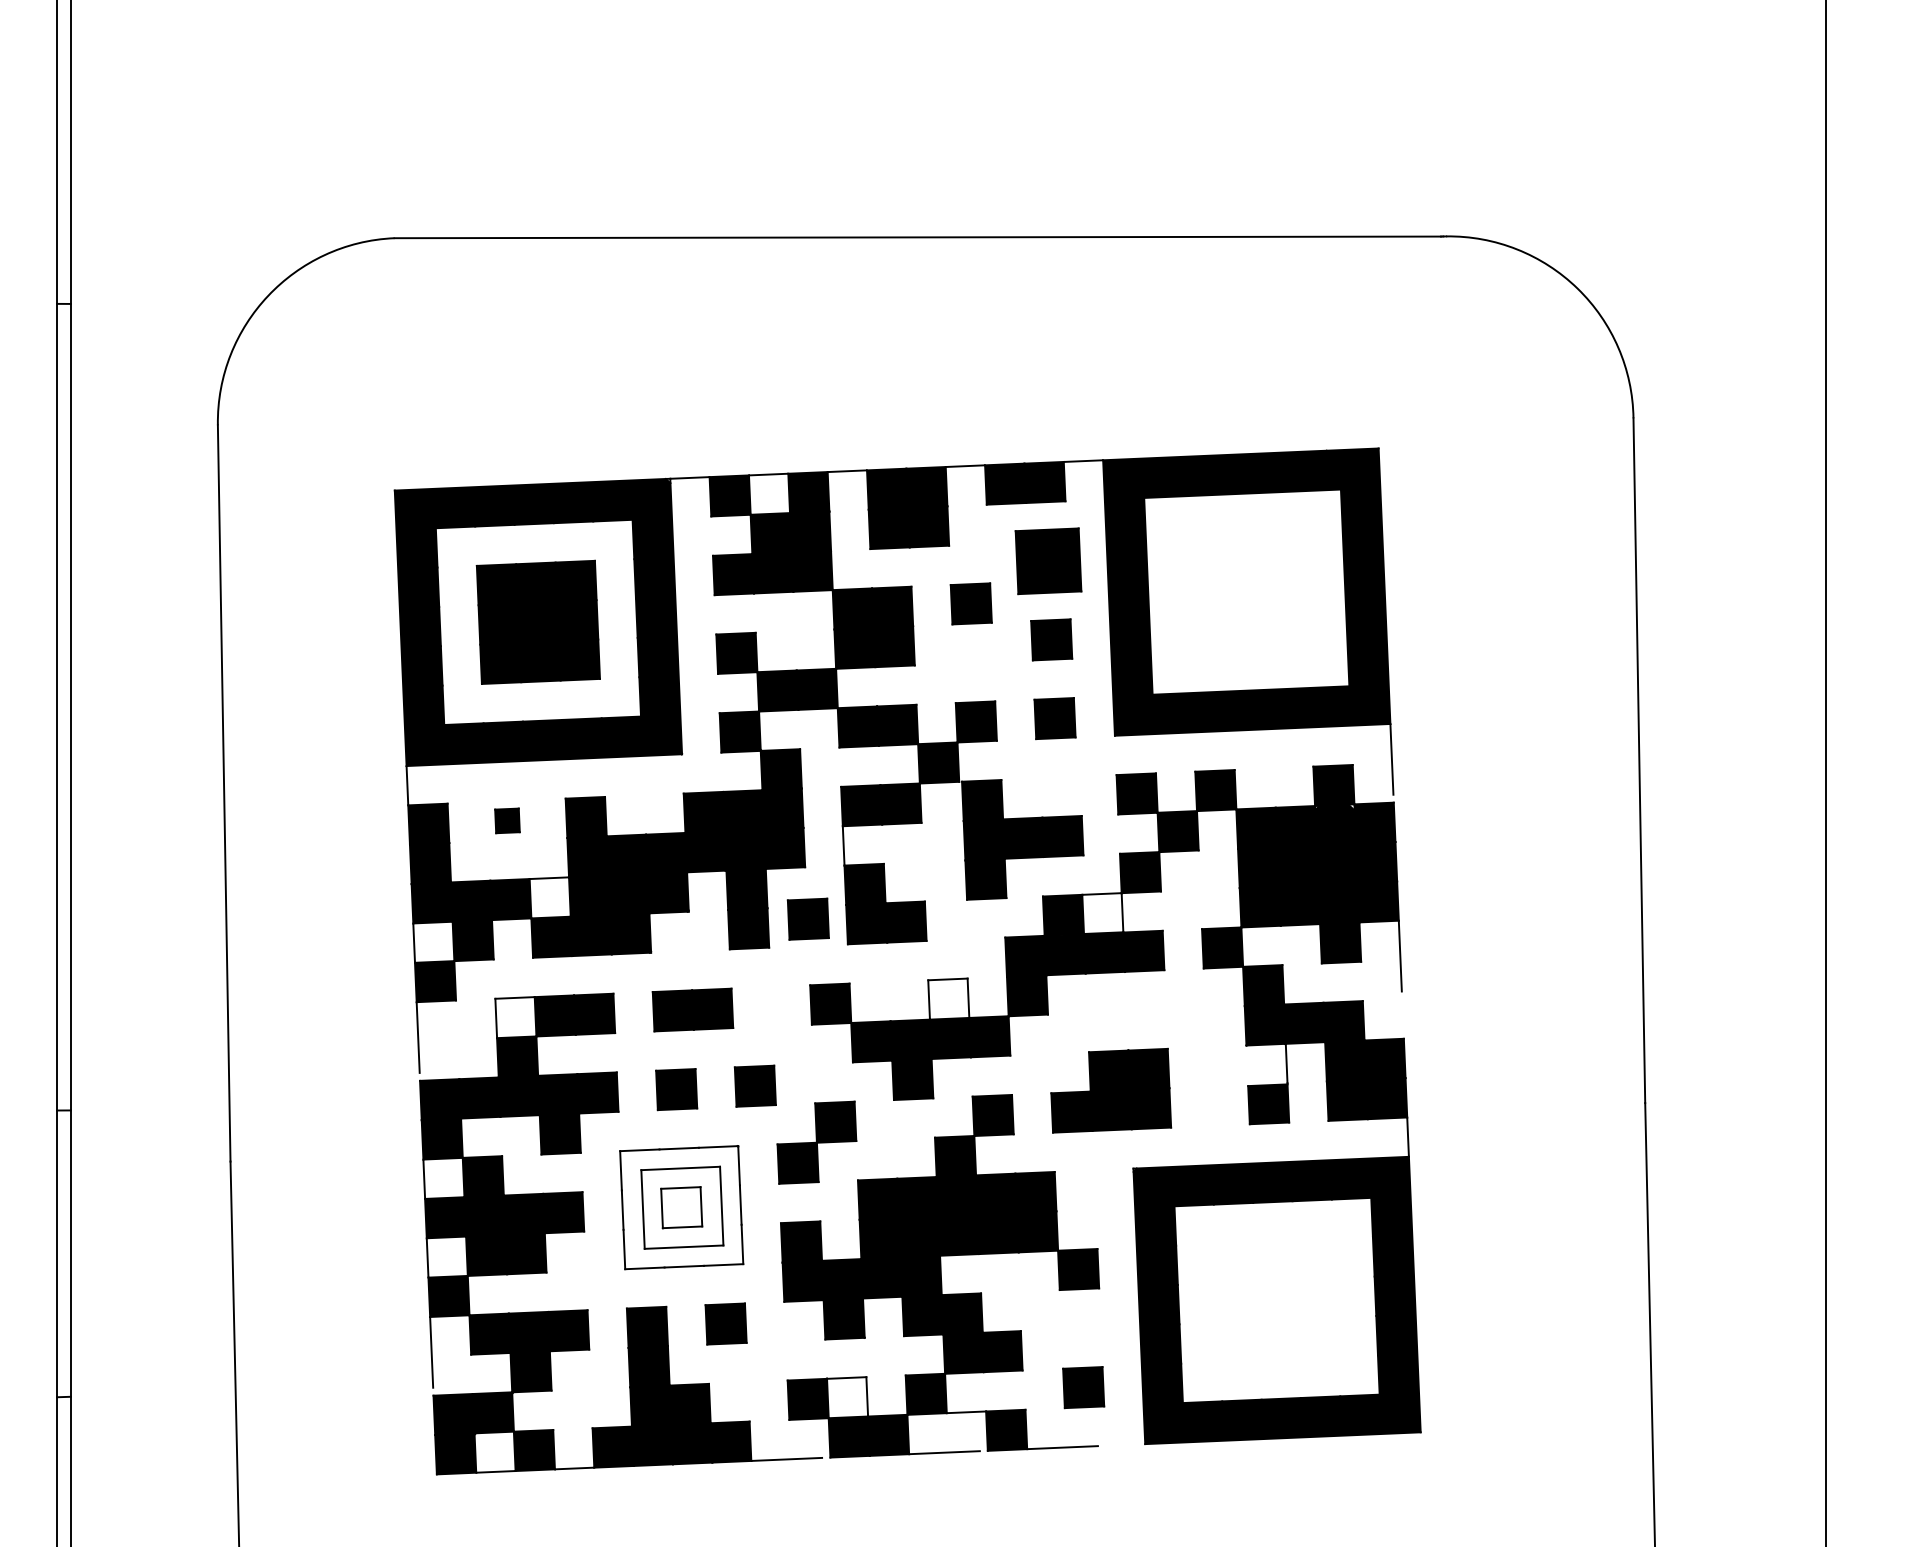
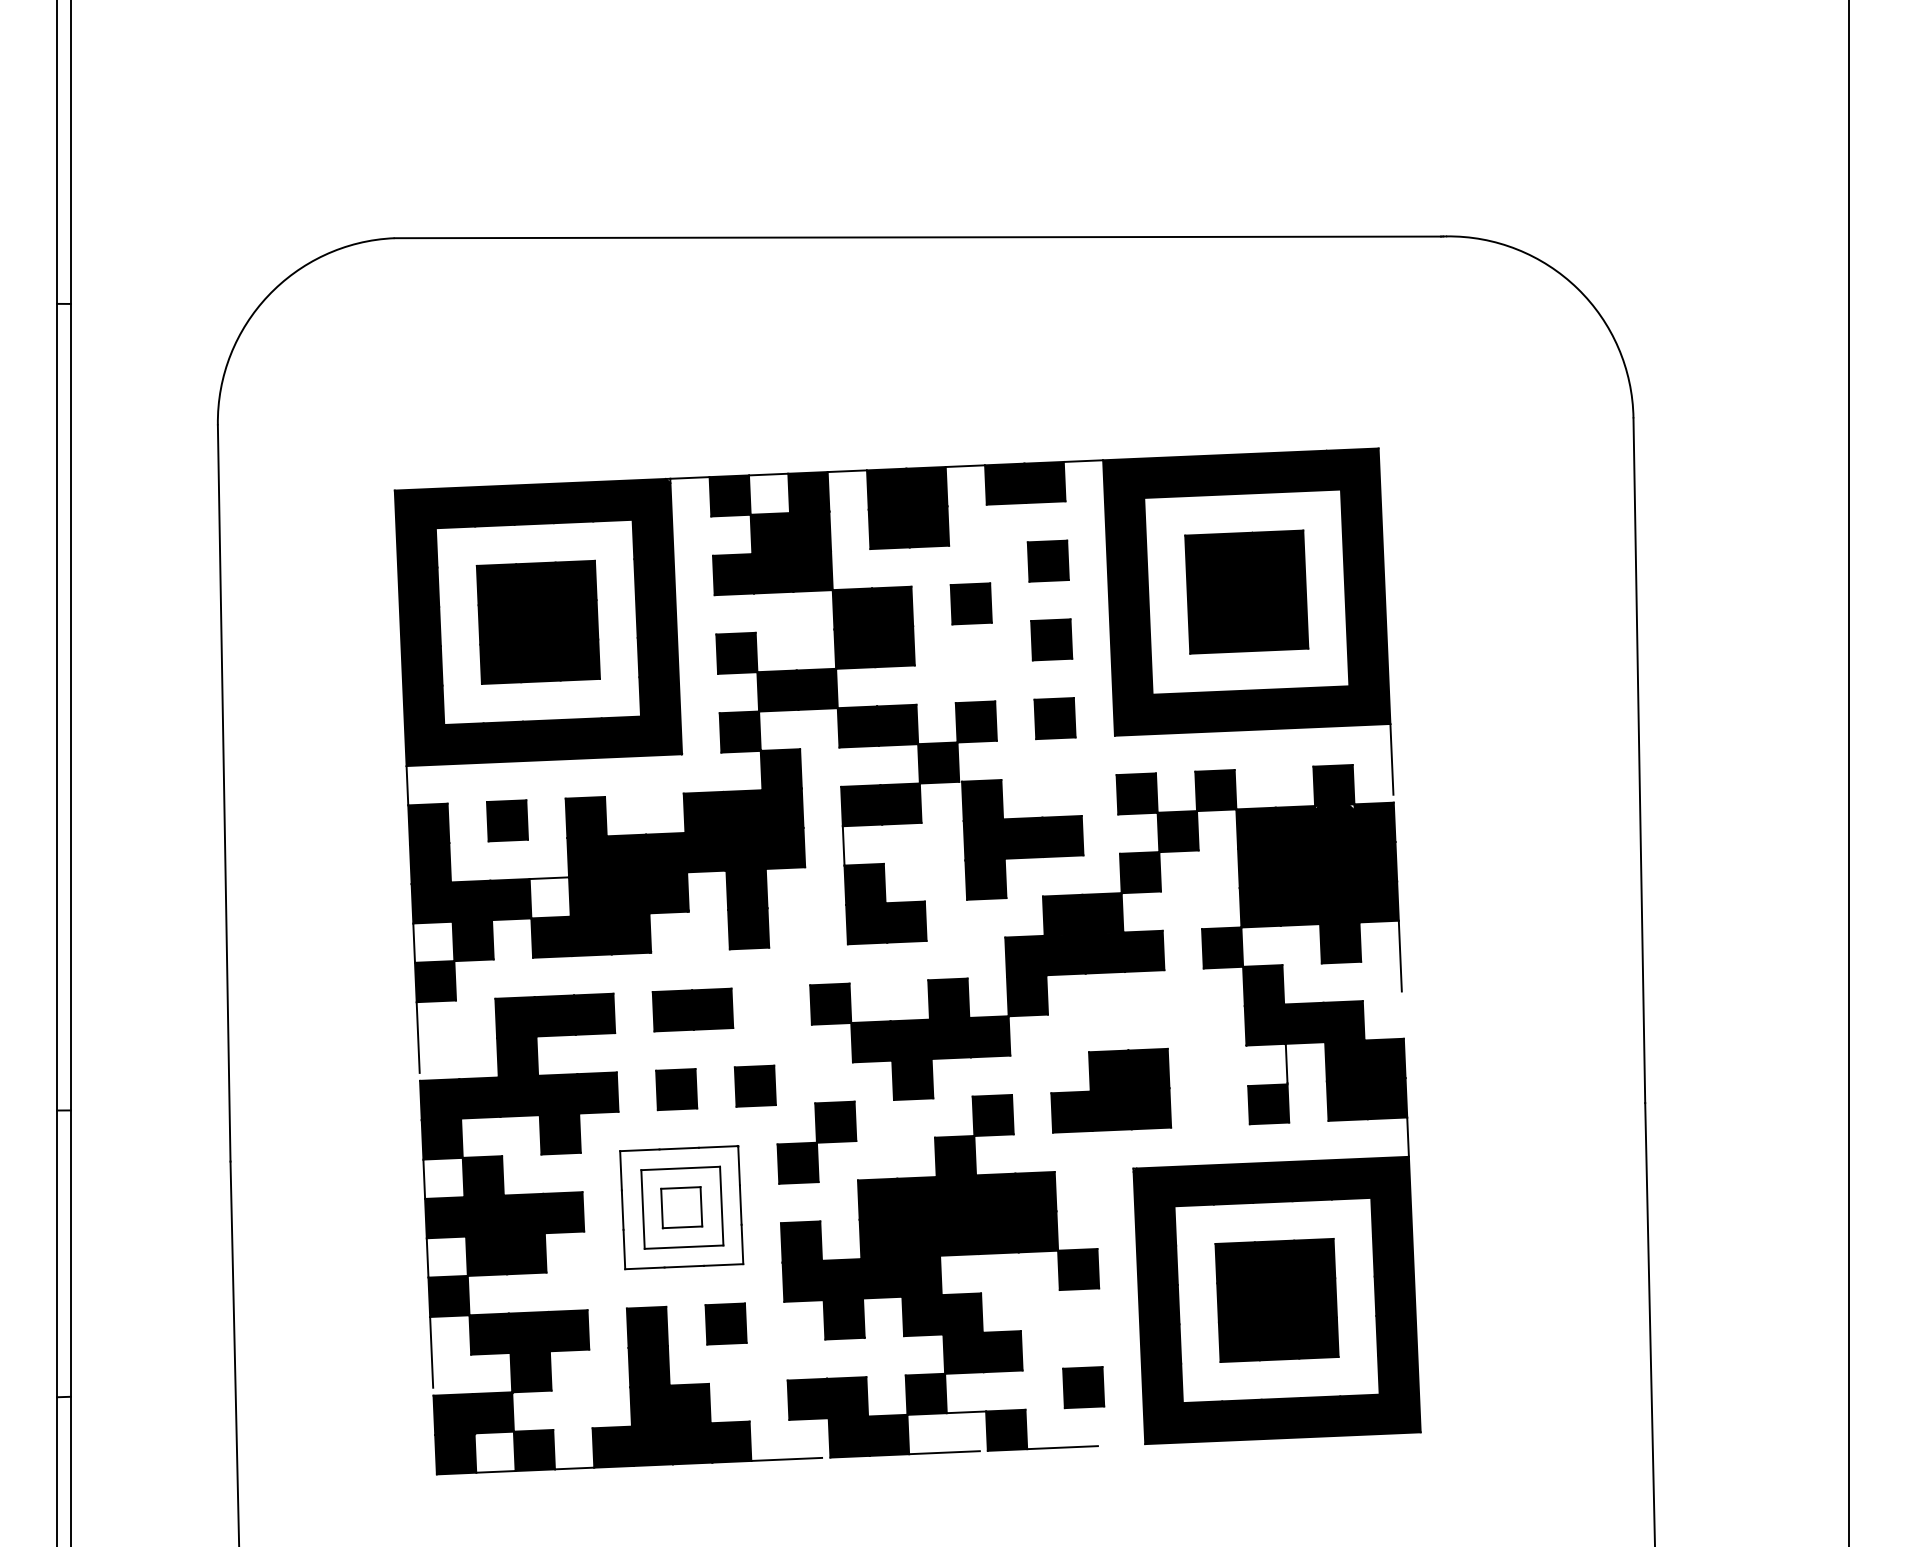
part at (1048, 561) size: 69x69 px -> 44x44 px
part at (1246, 591): none -> present
line at (1825, 772) position: (1825, 772) -> (1848, 772)
part at (507, 820) size: 27x28 px -> 43x44 px
fill at (1102, 913): none -> present
part at (807, 918): present -> none
fill at (948, 998): none -> present
fill at (515, 1017): none -> present
part at (1276, 1300): none -> present
fill at (847, 1397): none -> present
